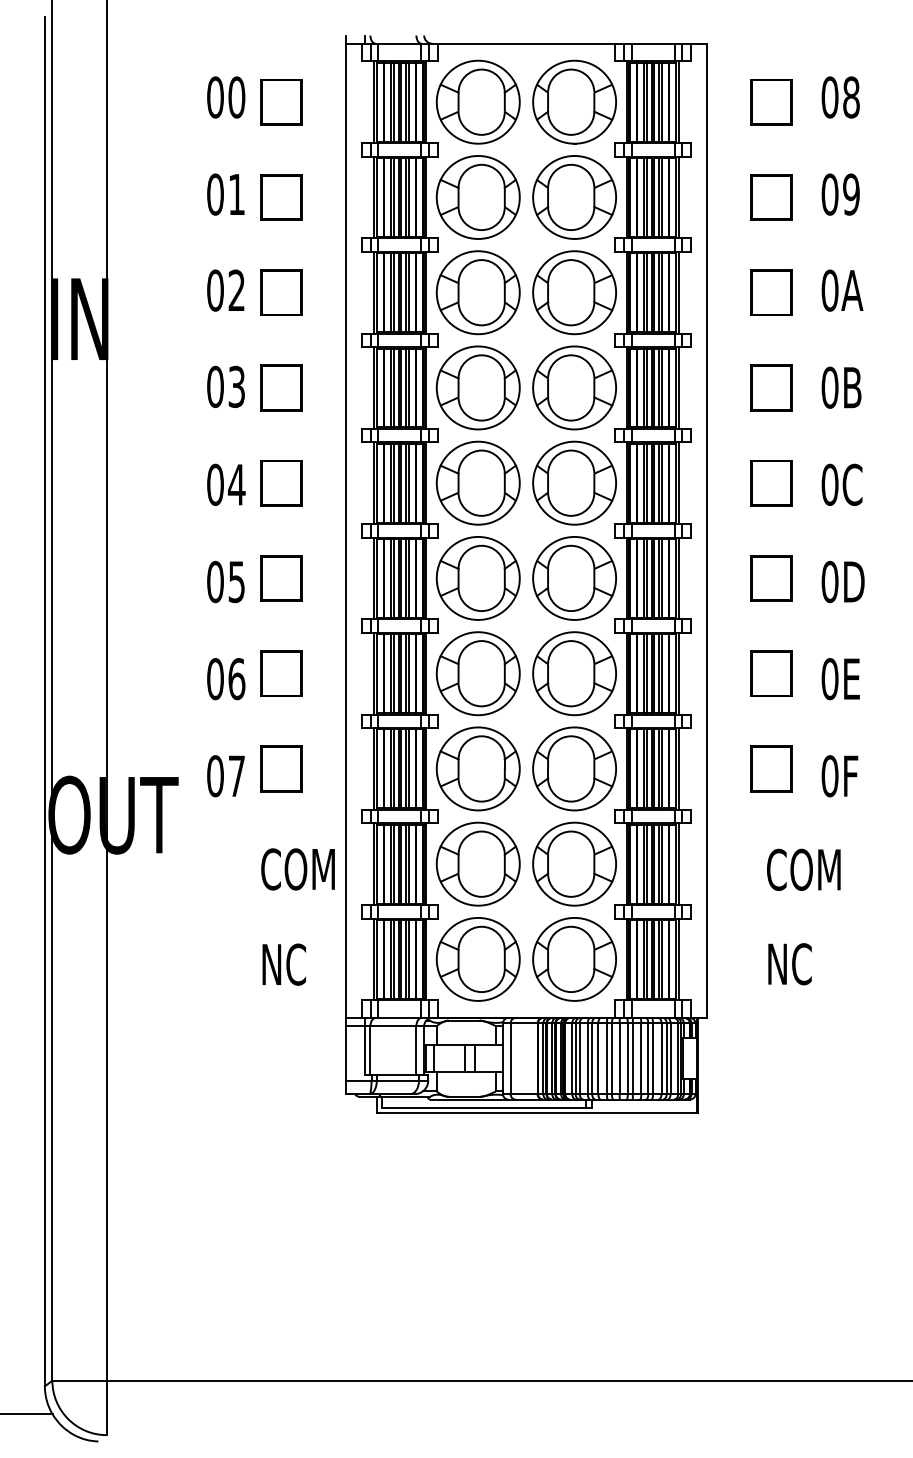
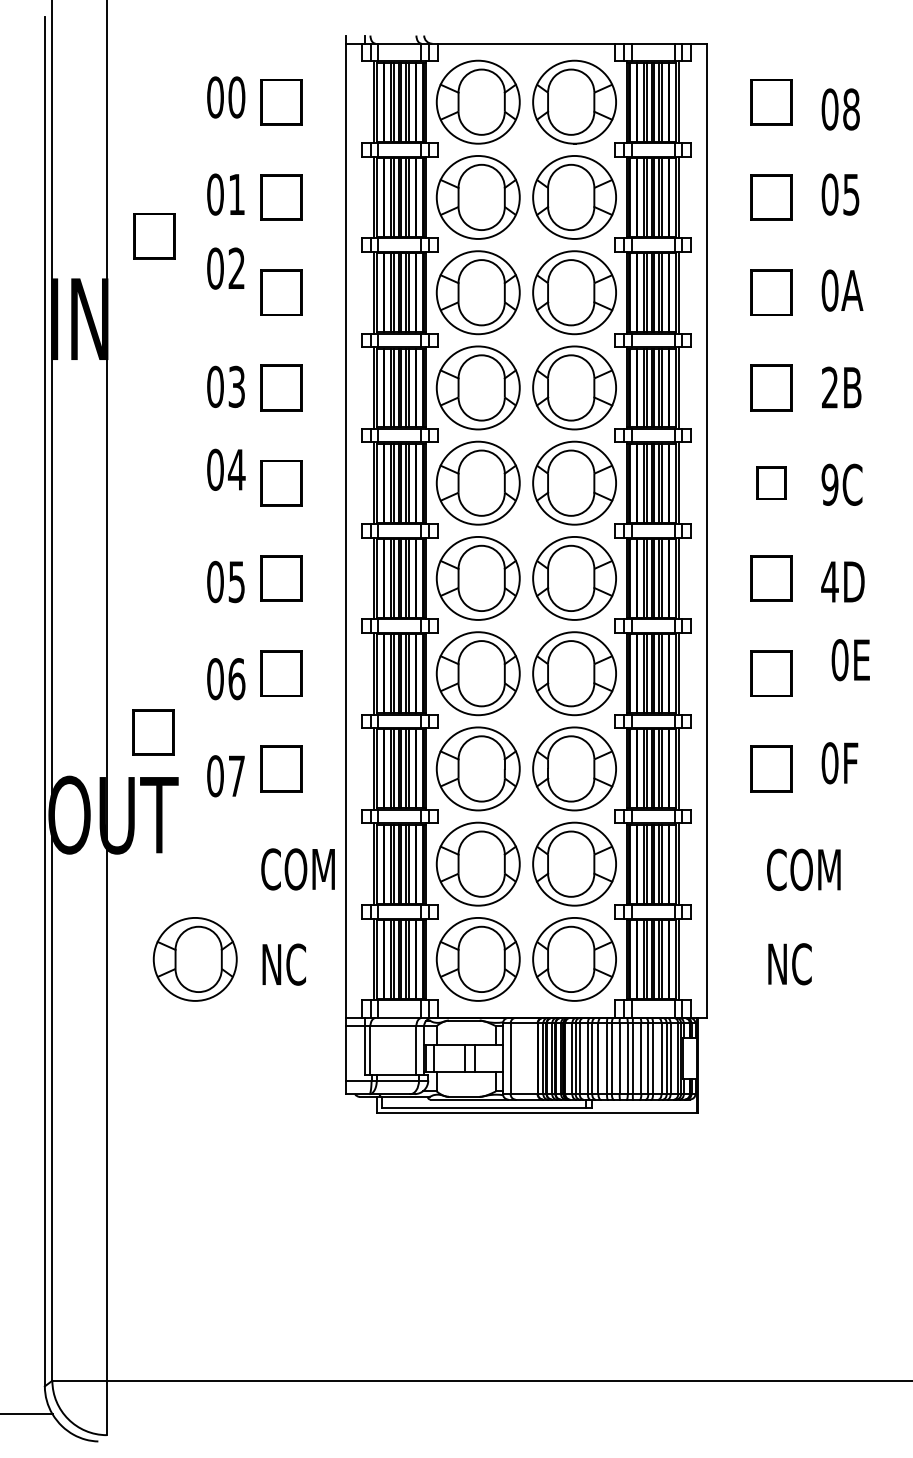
text at (840, 97) position: (840, 97) -> (840, 109)
text at (851, 194): 09 -> 05
part at (154, 236): none -> present
text at (225, 290) position: (225, 290) -> (225, 268)
text at (829, 387): 0B -> 2B
part at (771, 483) size: 43x47 px -> 31x34 px
text at (226, 484) position: (226, 484) -> (226, 469)
text at (829, 484): 0C -> 9C
text at (829, 581): 0D -> 4D
text at (840, 679) position: (840, 679) -> (850, 660)
part at (153, 732): none -> present
text at (839, 776) position: (839, 776) -> (839, 763)
part at (194, 959): none -> present
